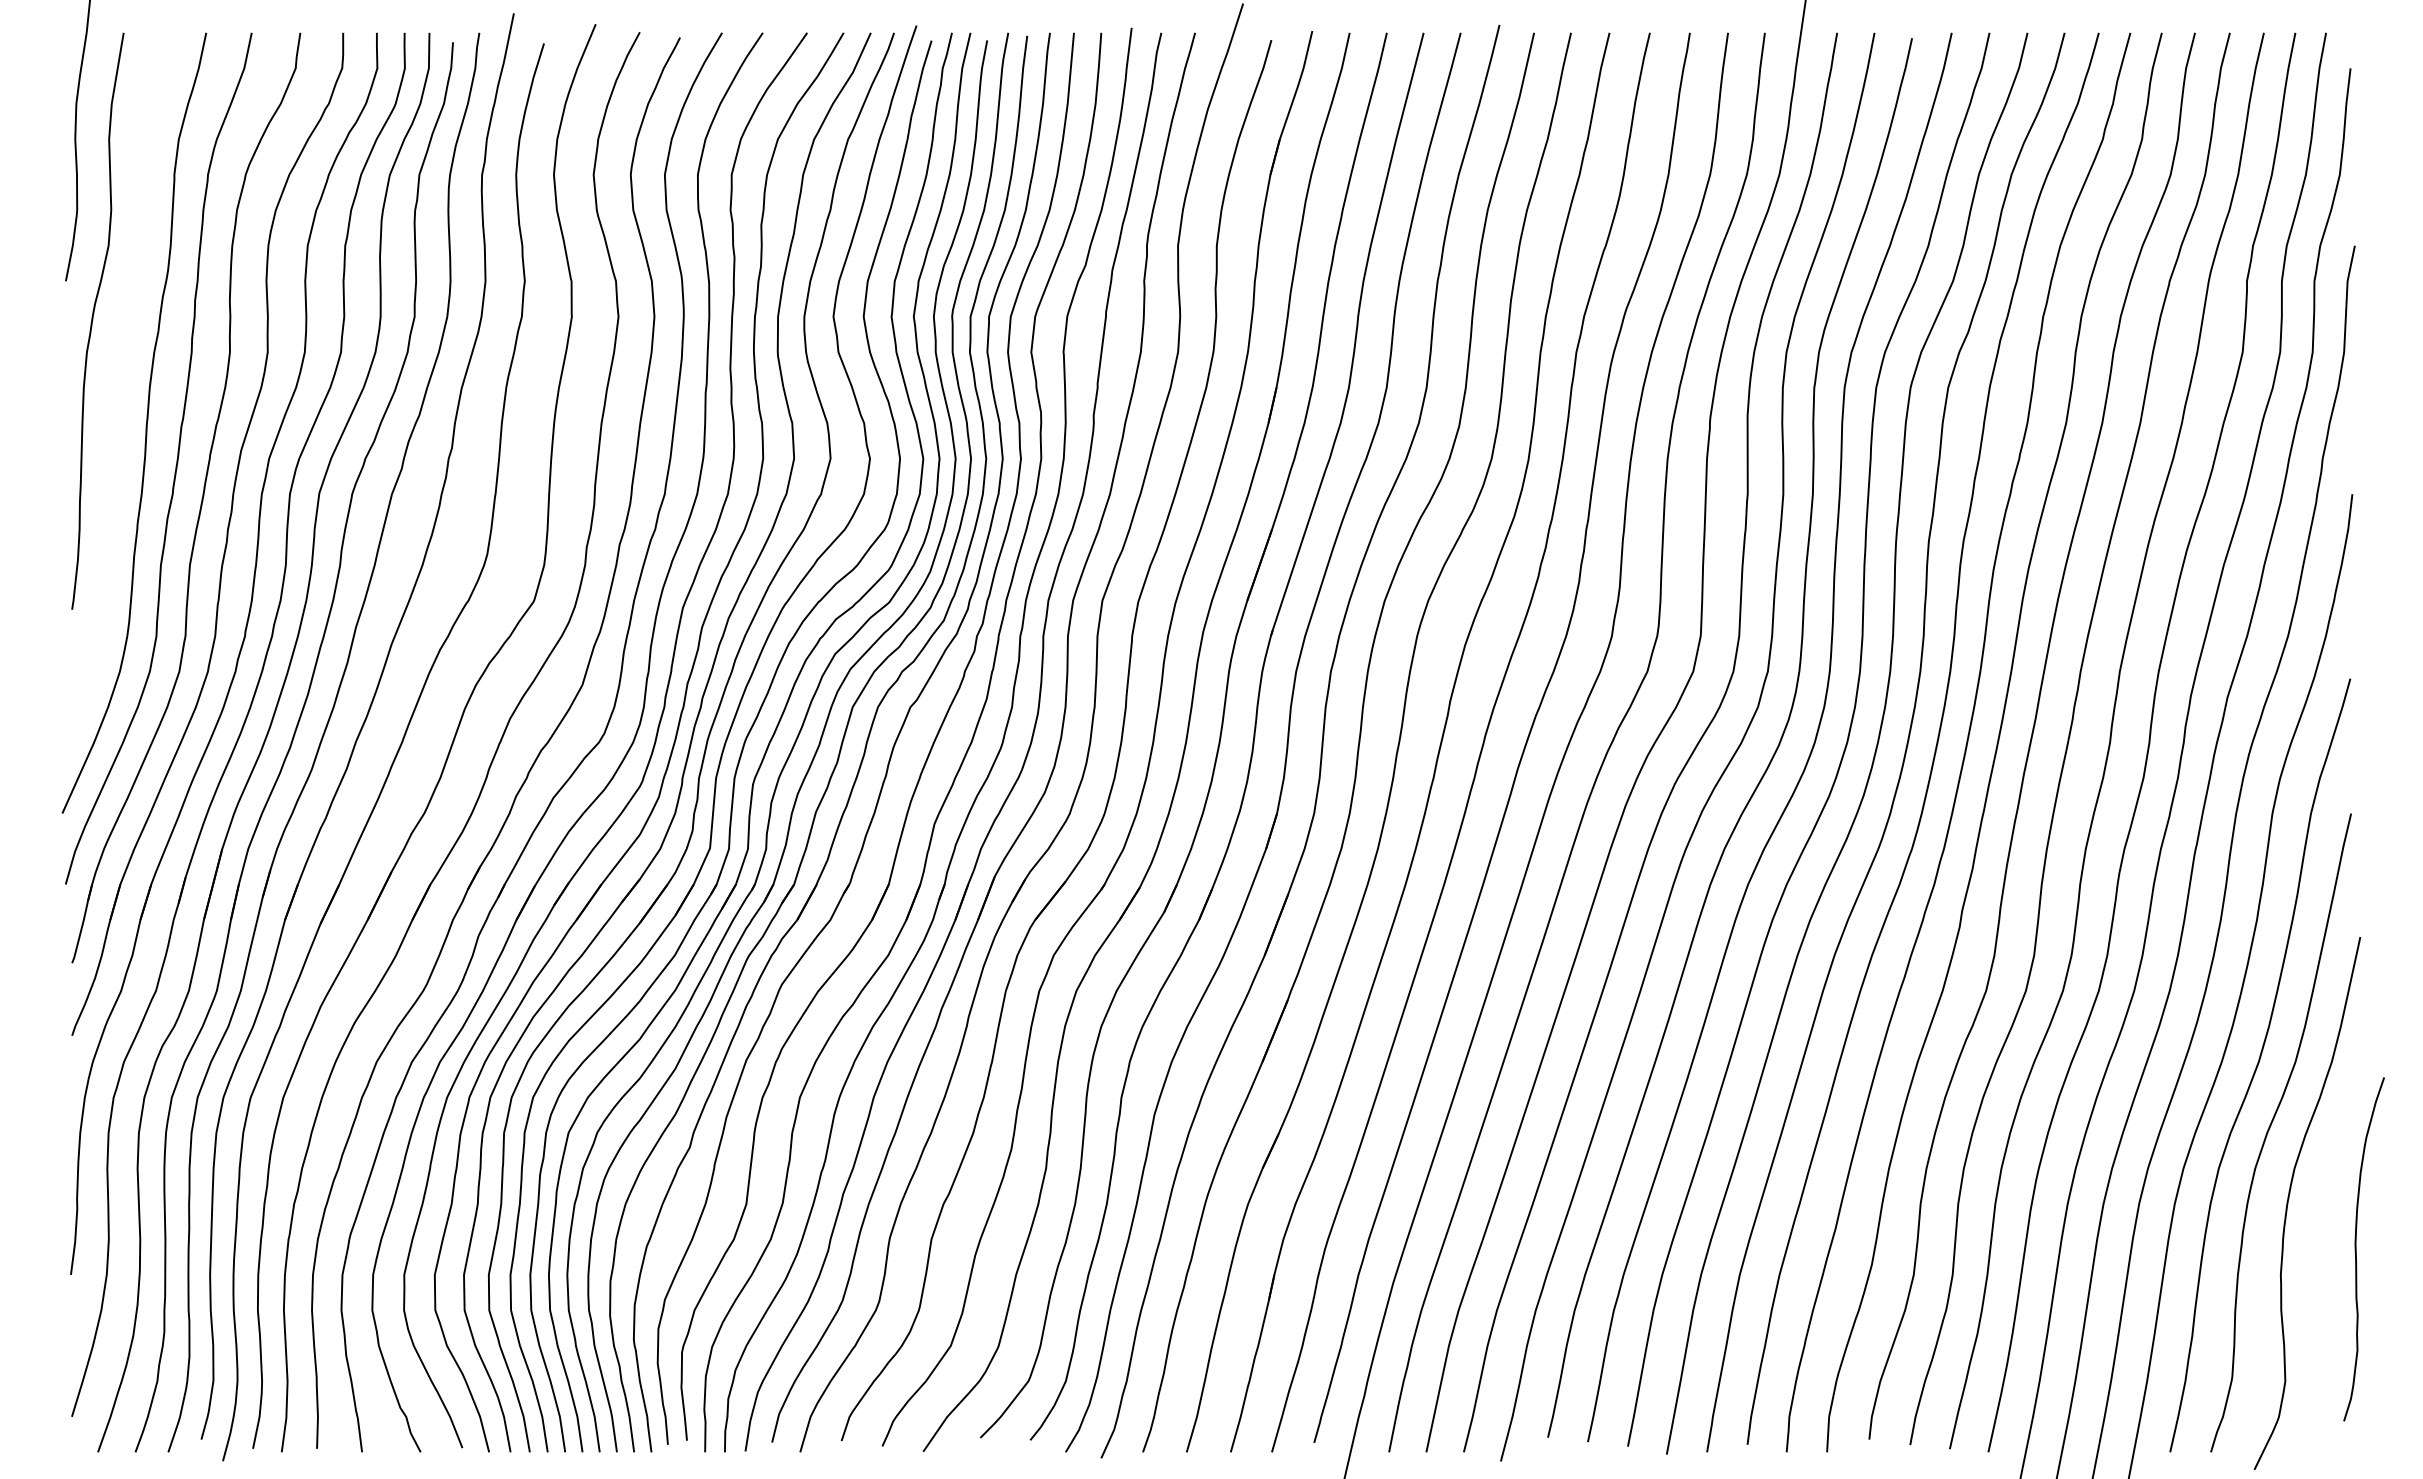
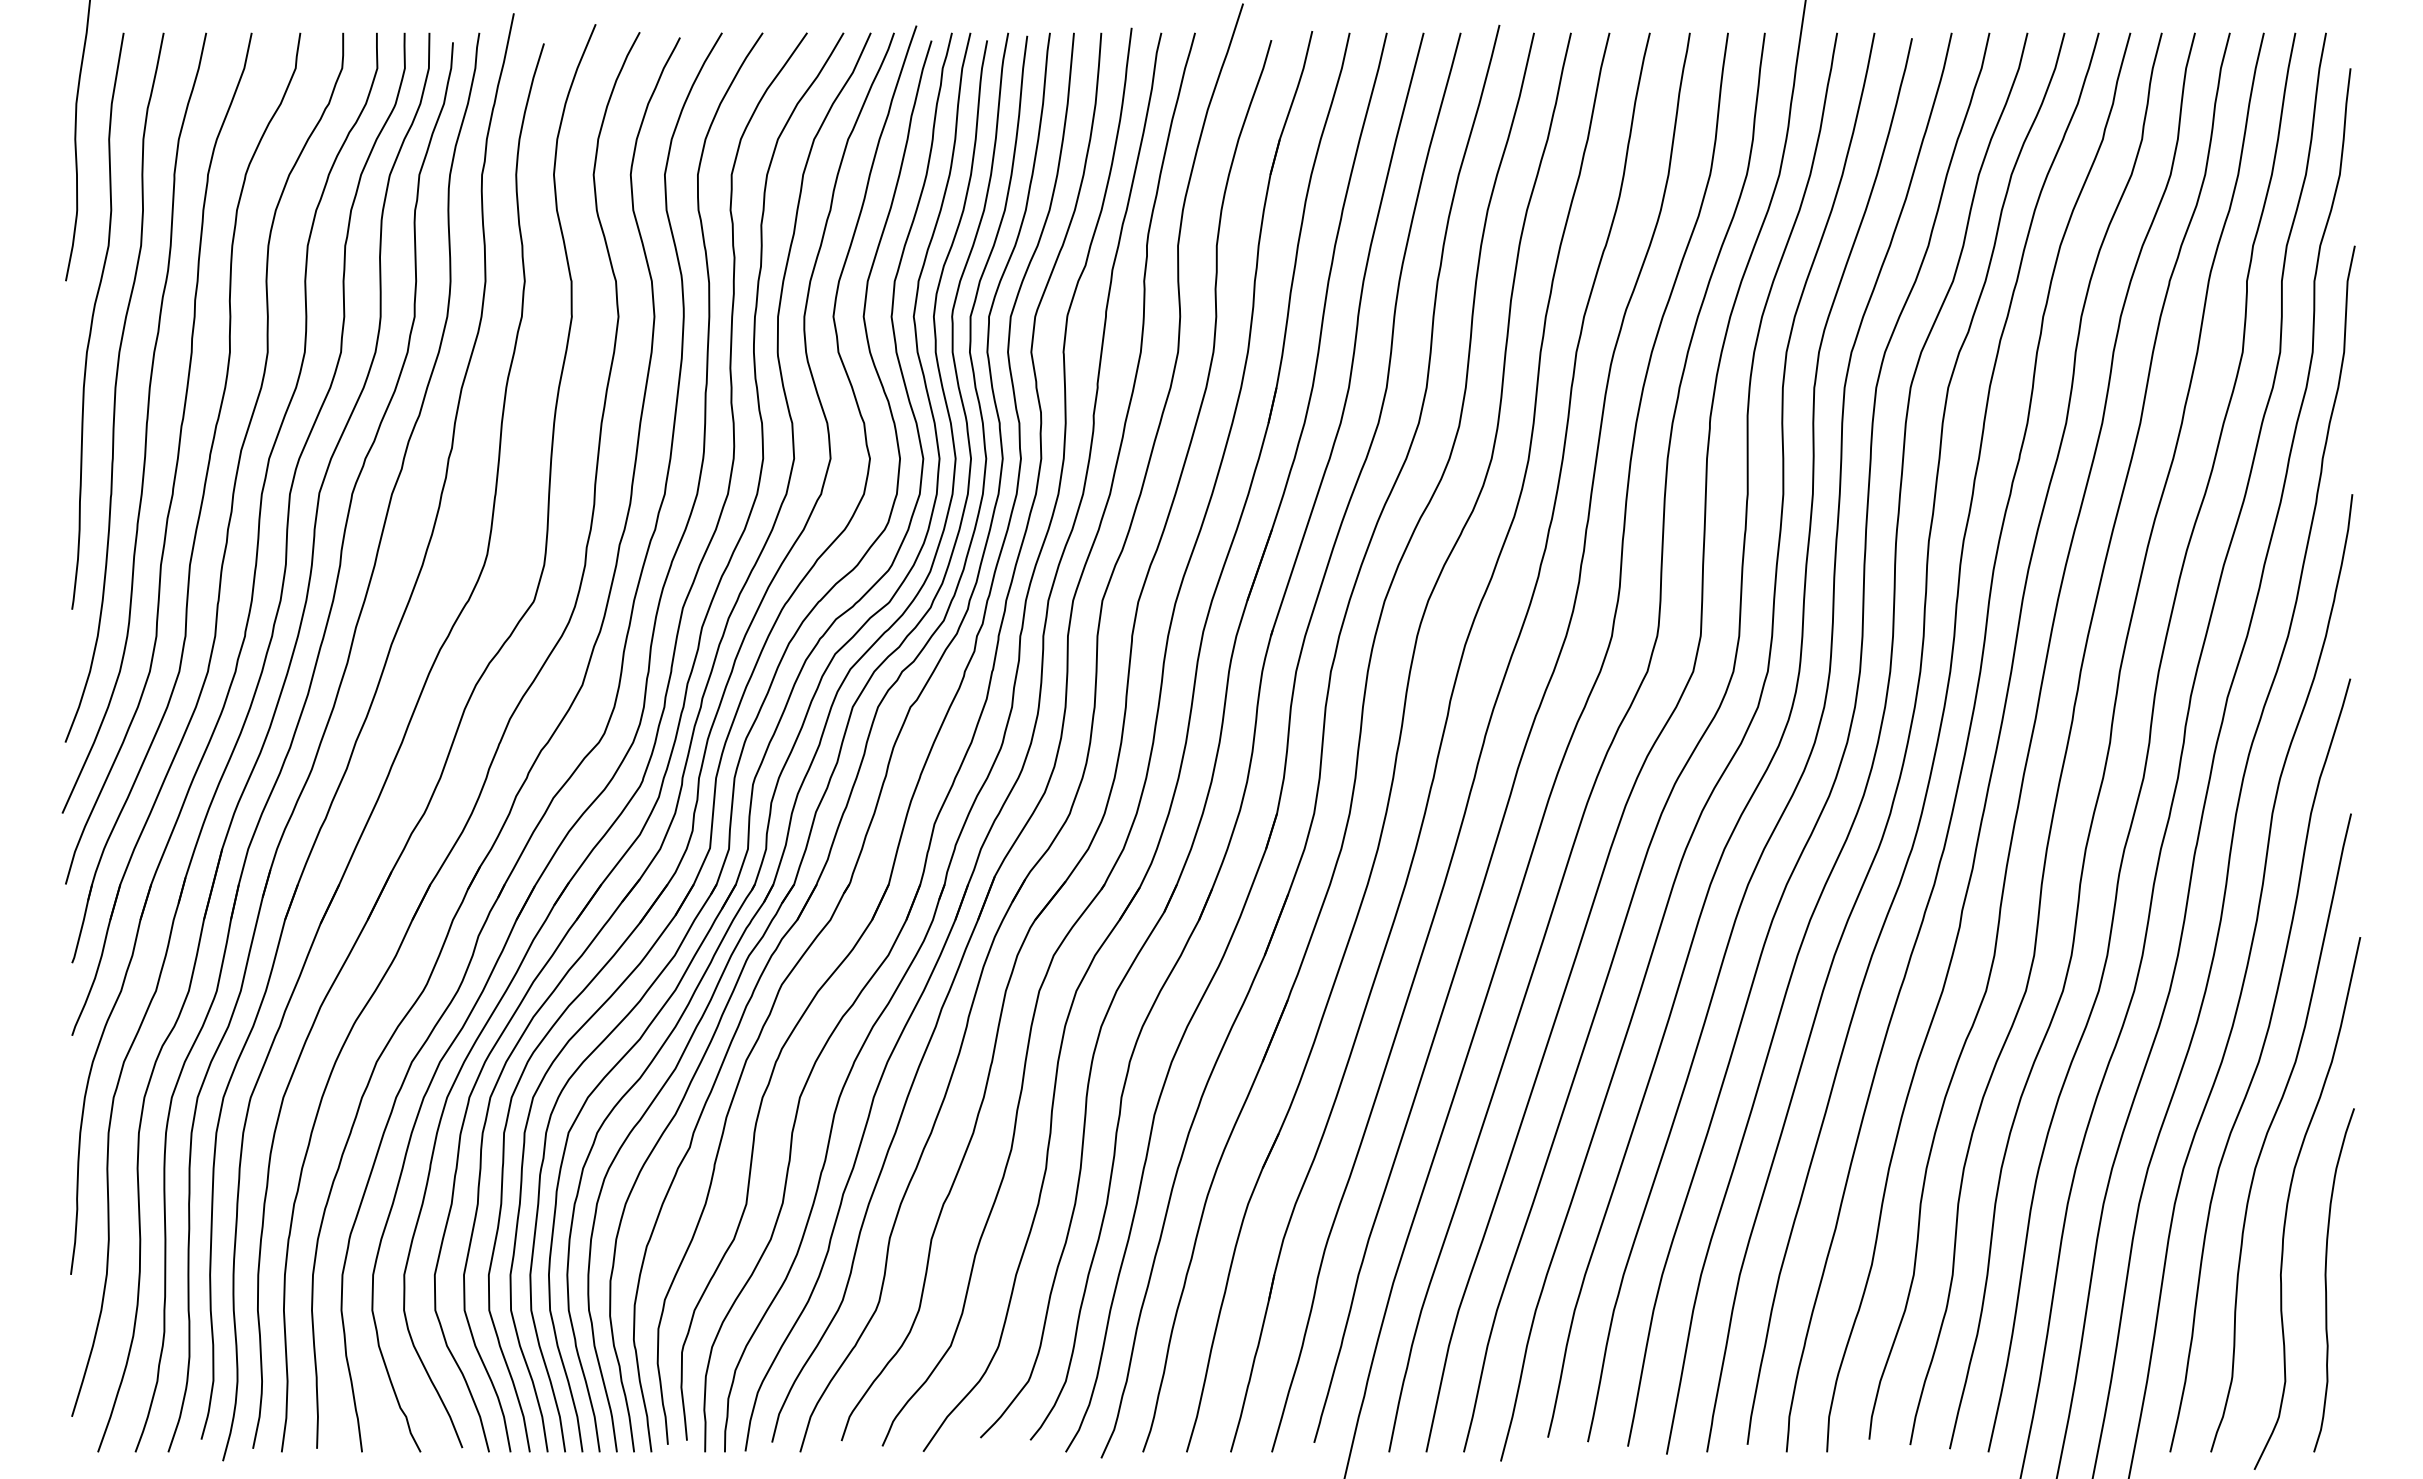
curve at (114, 387): none -> present
curve at (2356, 1249) position: (2356, 1249) -> (2326, 1280)
